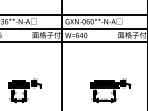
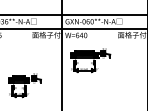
line at (73, 42): present -> none
part at (24, 90) position: (24, 90) -> (24, 85)
part at (110, 90) position: (110, 90) -> (90, 60)
